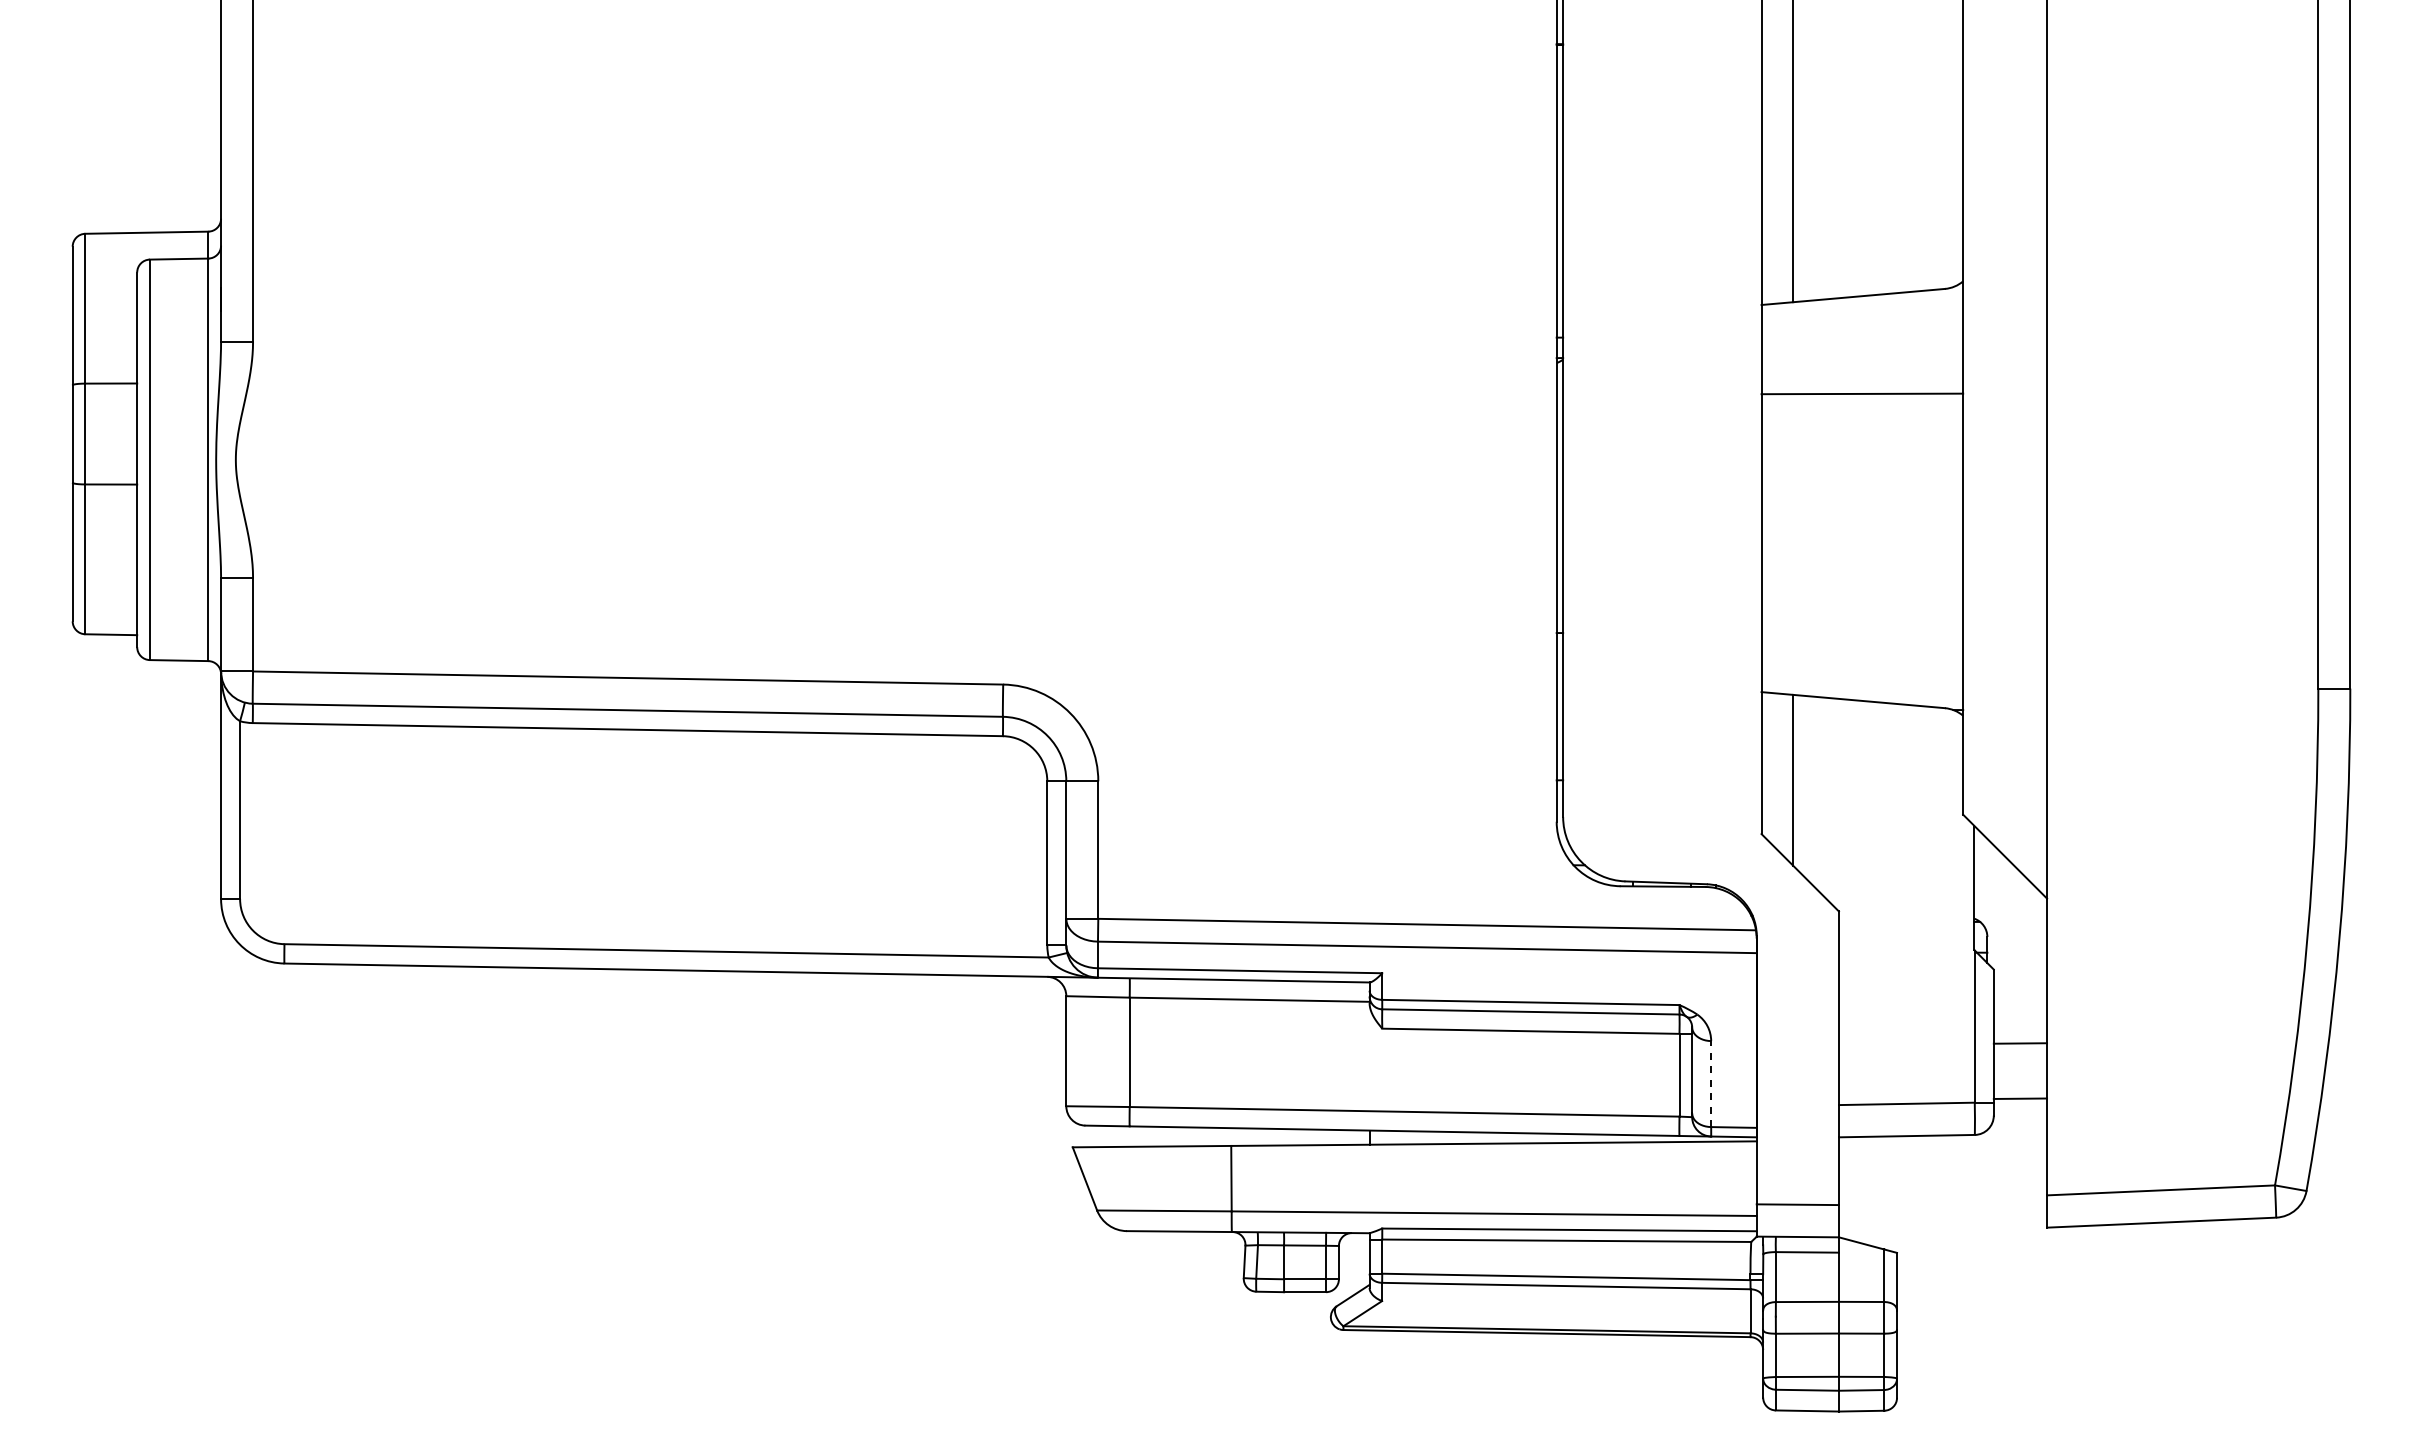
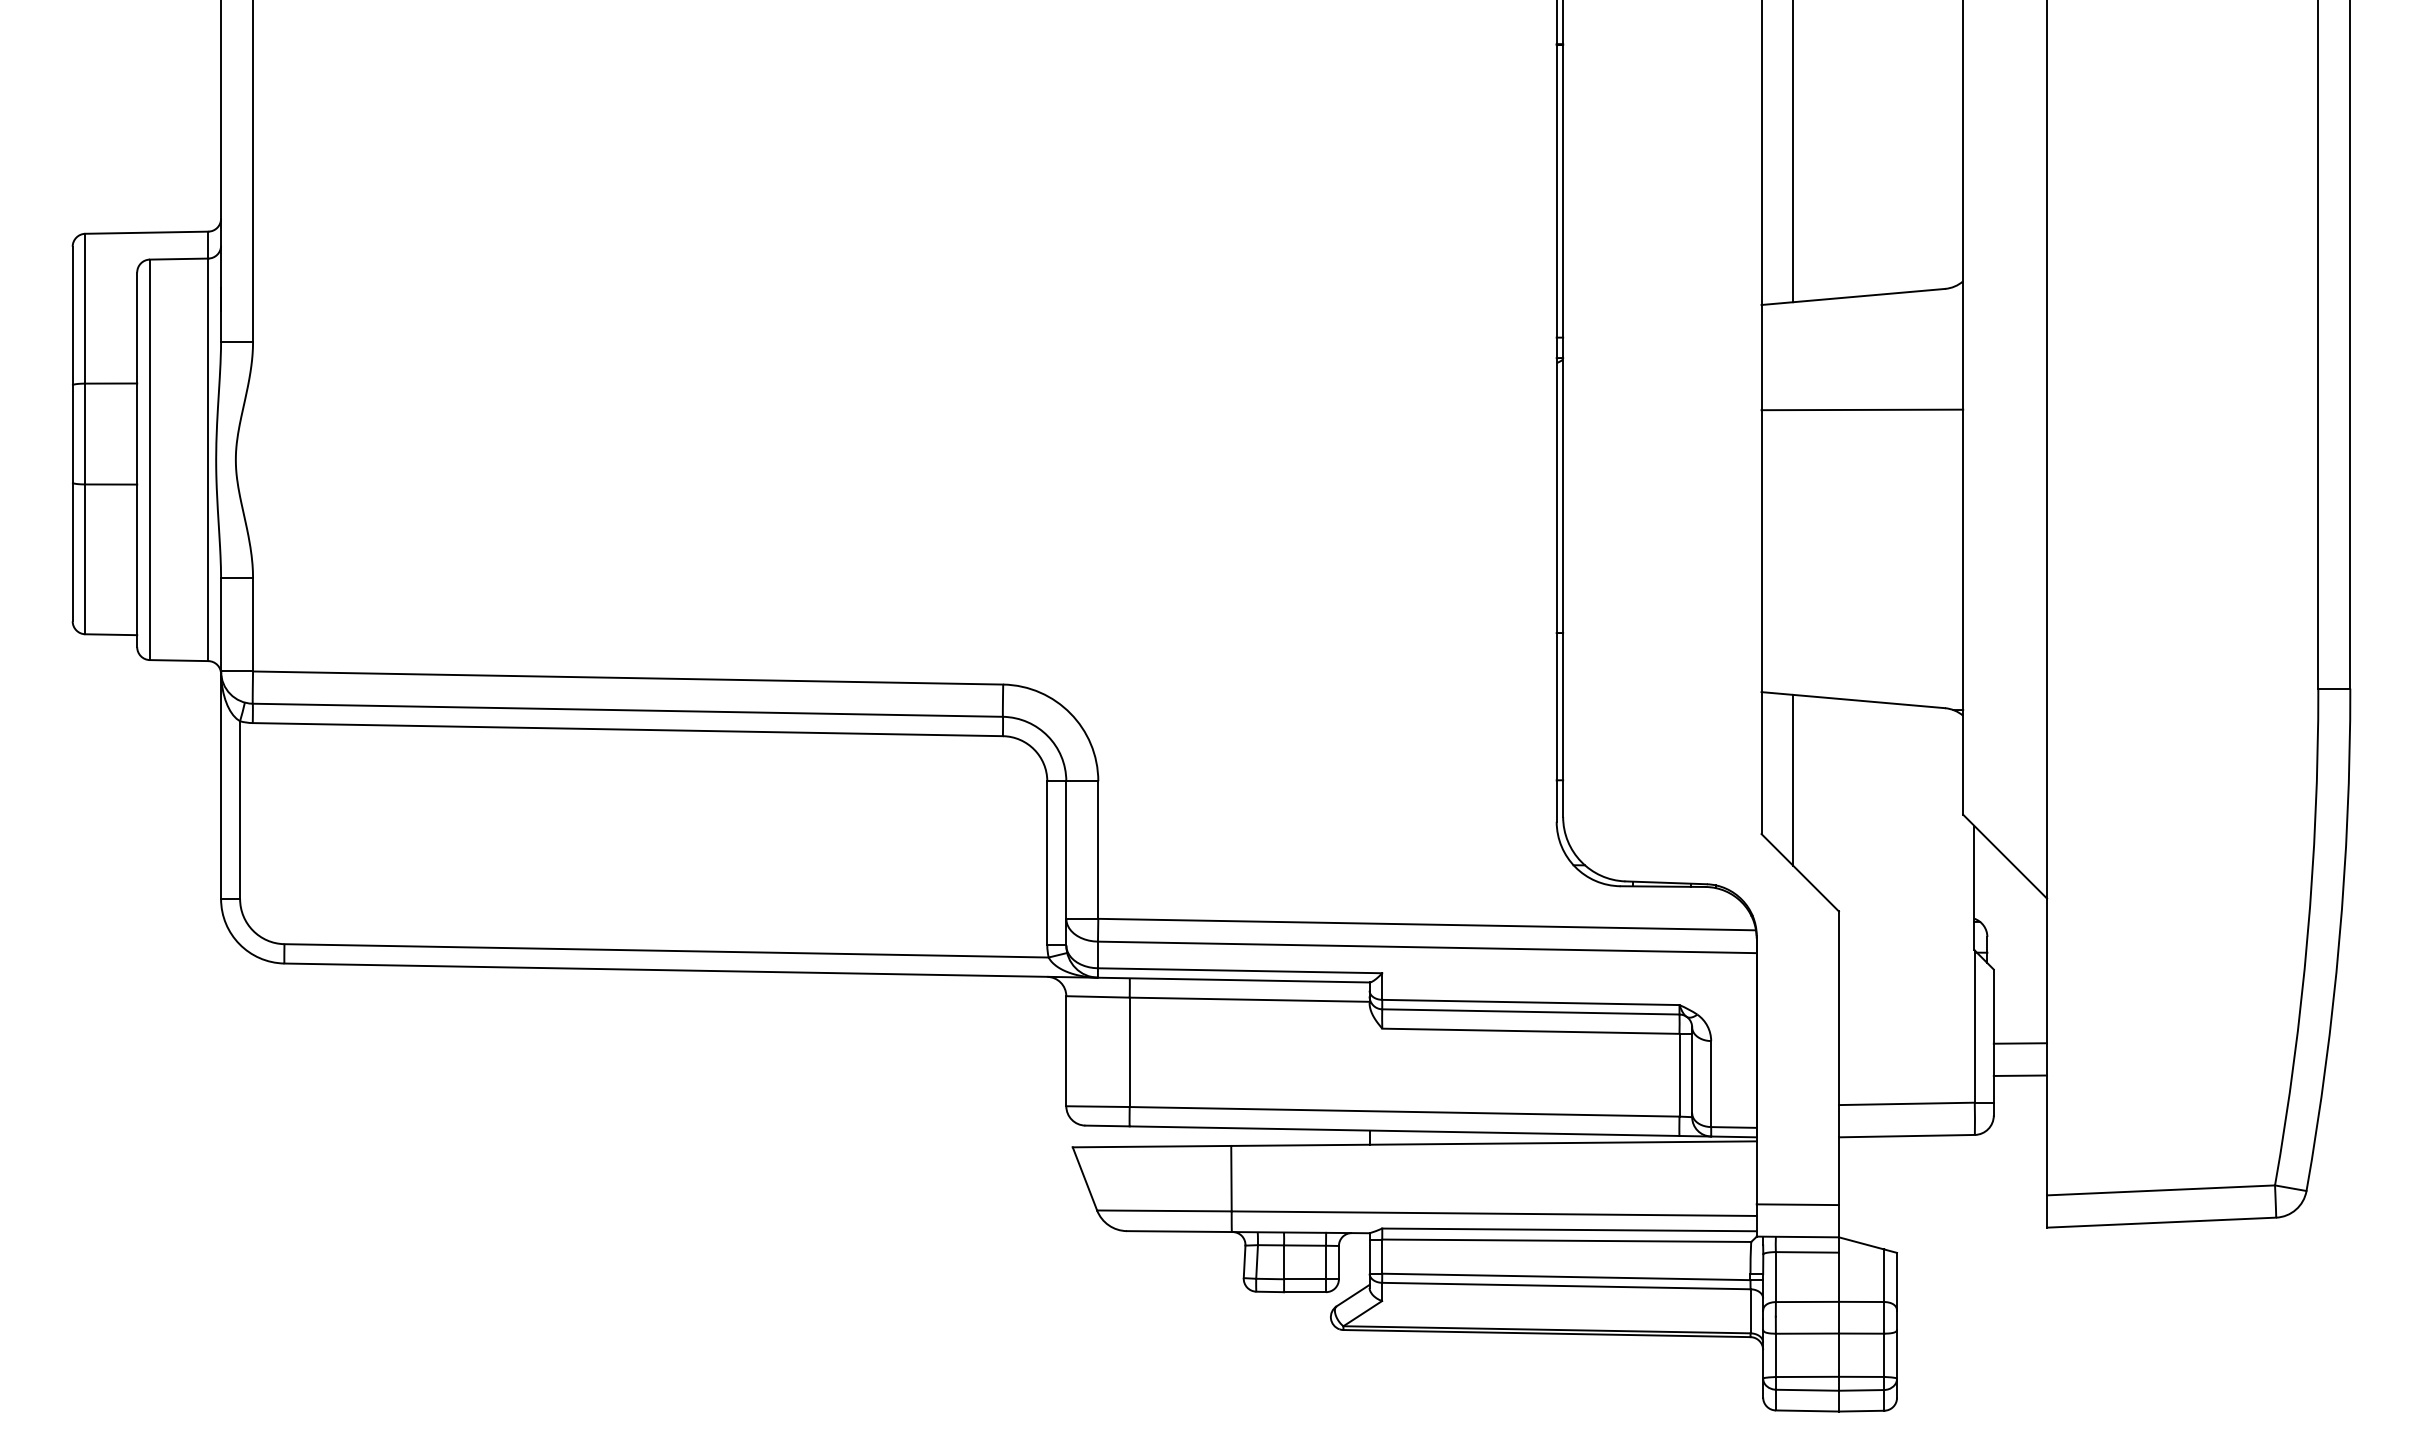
line at (1862, 393) position: (1862, 393) -> (1862, 409)
line at (1711, 1084): dashed -> solid
line at (2020, 1098) position: (2020, 1098) -> (2020, 1075)
